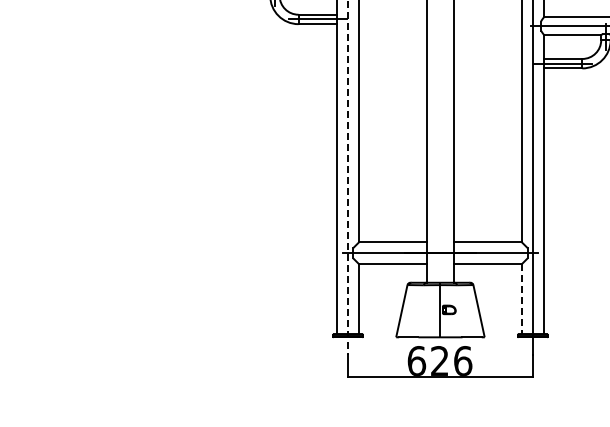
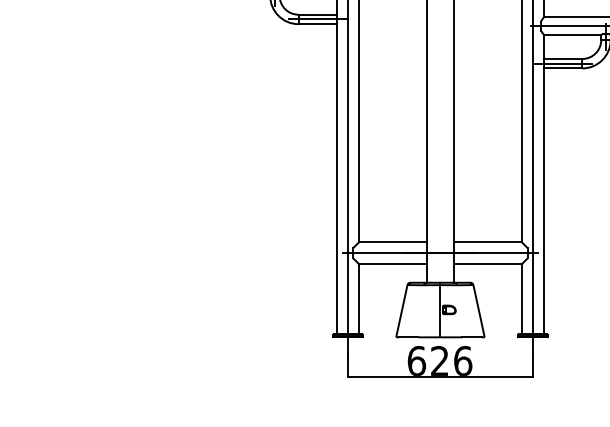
line at (348, 178): dashed -> solid
line at (521, 299): dashed -> solid
